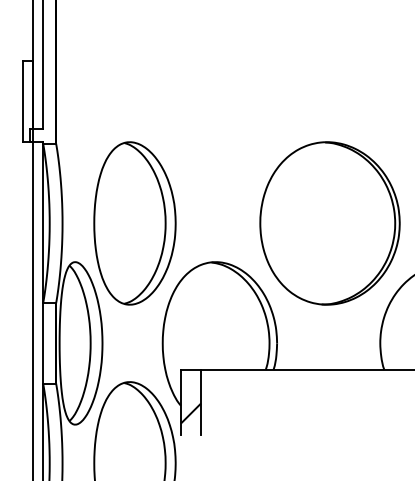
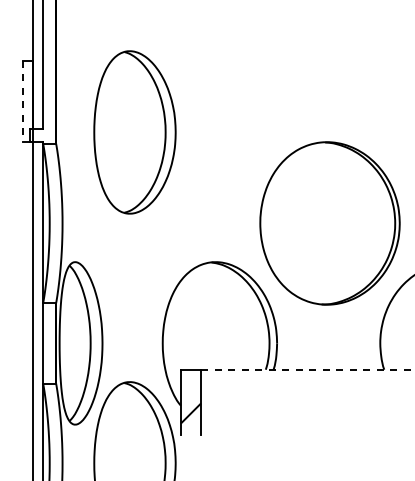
line at (23, 101): solid -> dashed
part at (134, 223) position: (134, 223) -> (134, 132)
line at (307, 369): solid -> dashed
